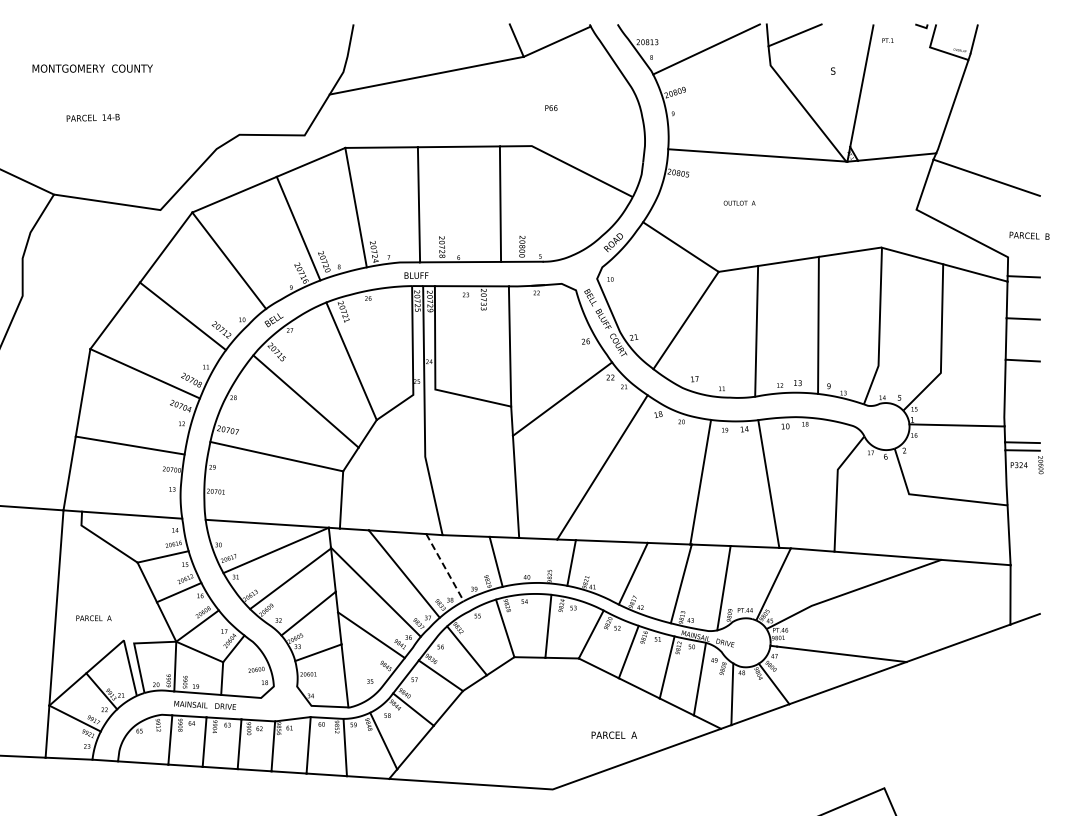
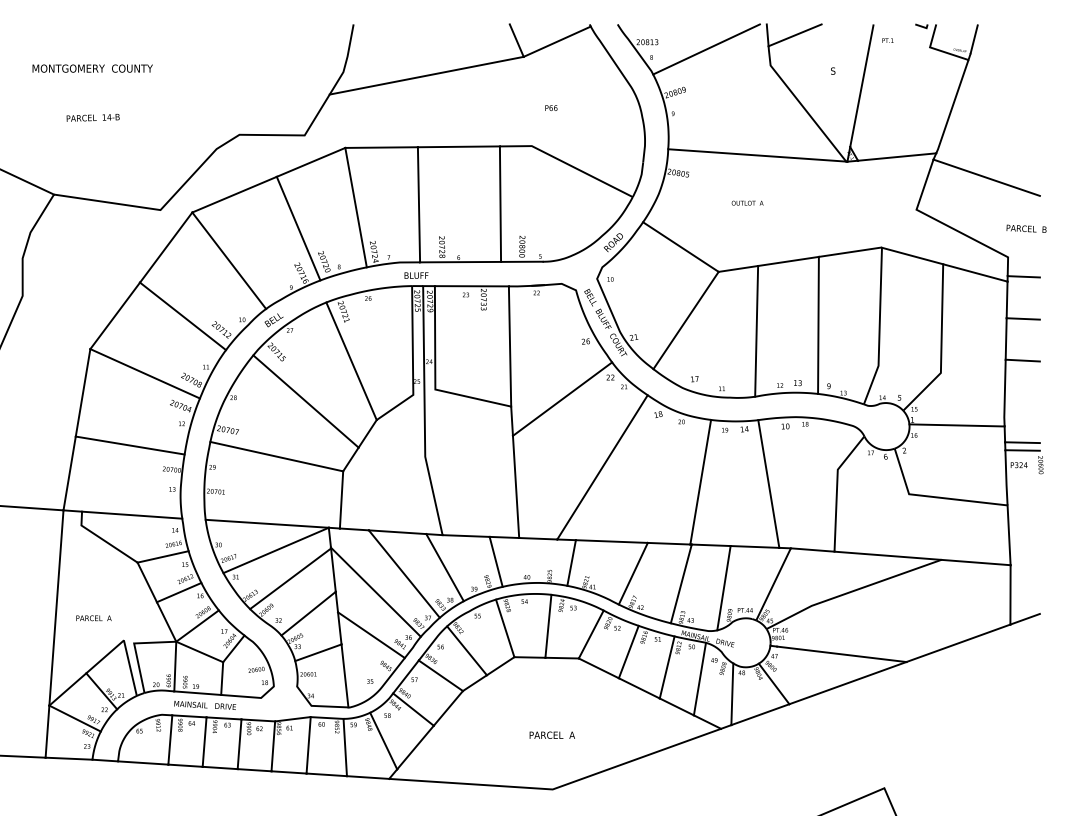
text at (739, 202) position: (739, 202) -> (747, 202)
text at (1029, 235) position: (1029, 235) -> (1026, 228)
line at (445, 568): dashed -> solid
text at (613, 734) position: (613, 734) -> (551, 734)
